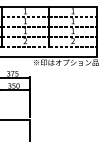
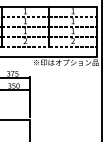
line at (101, 70): none -> present
